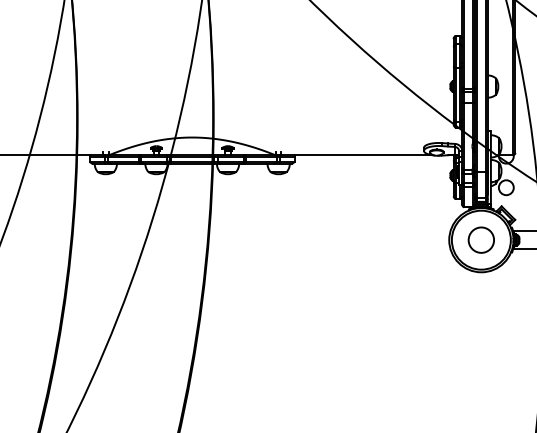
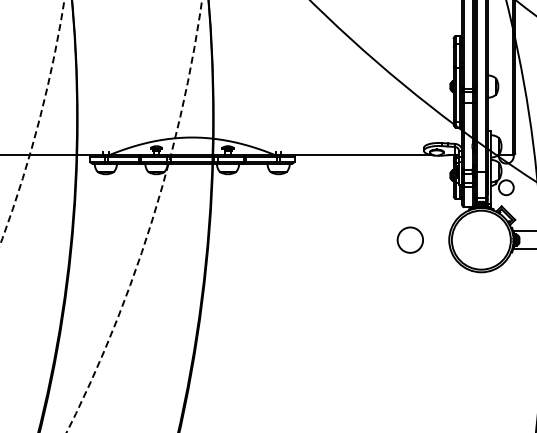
circle at (32, 122): solid -> dashed
circle at (133, 216): solid -> dashed
circle at (480, 239) position: (480, 239) -> (409, 239)
